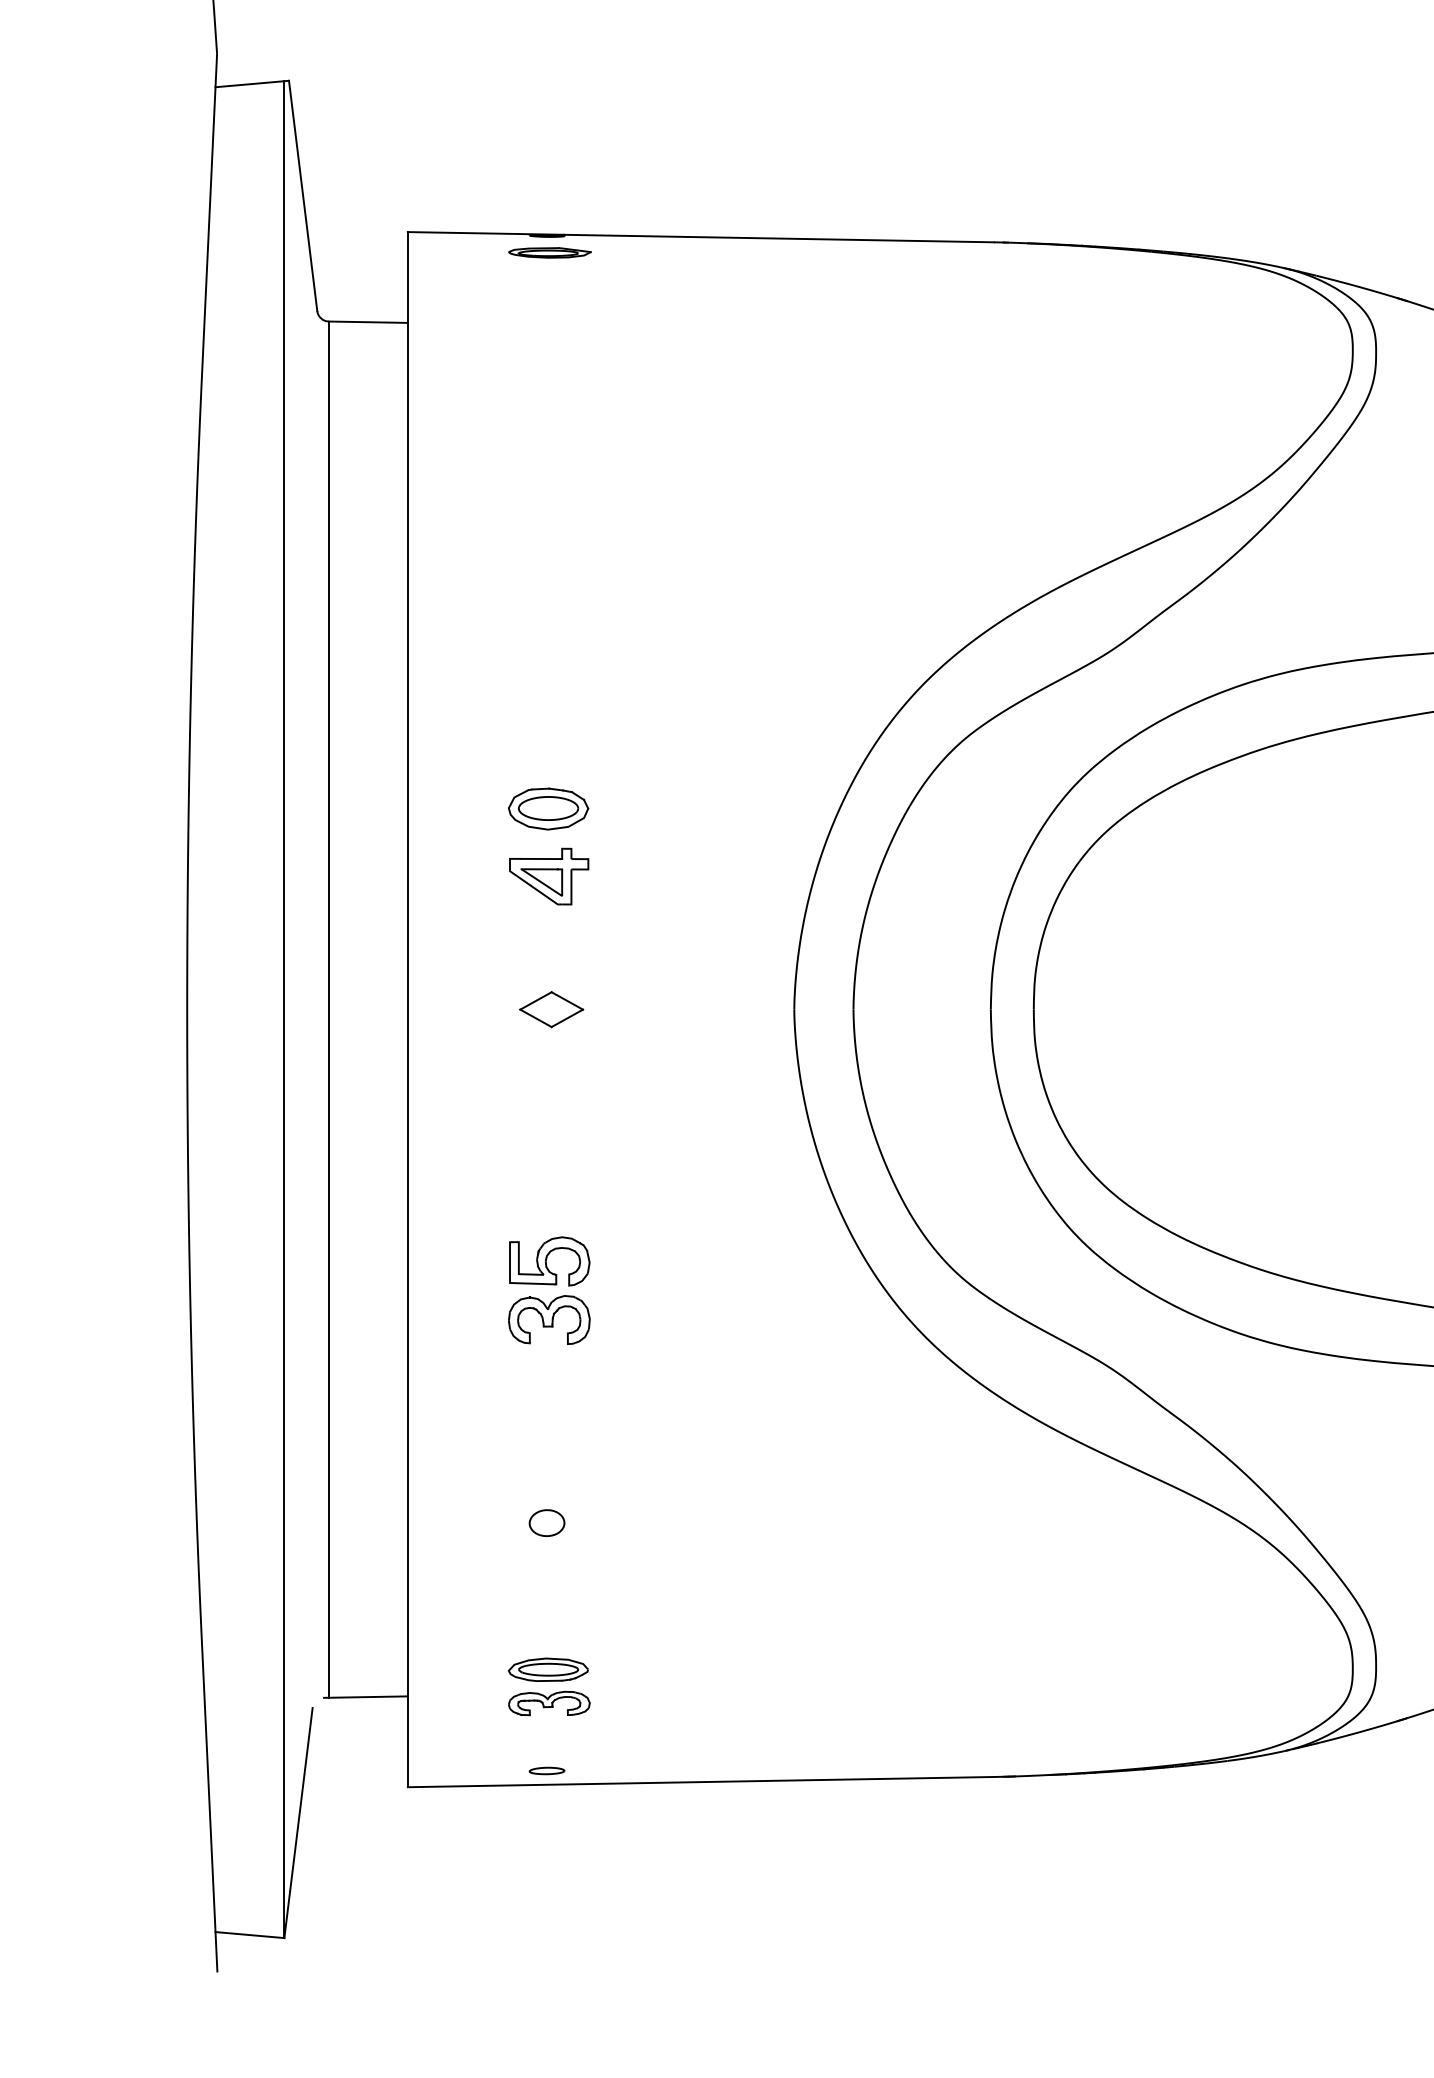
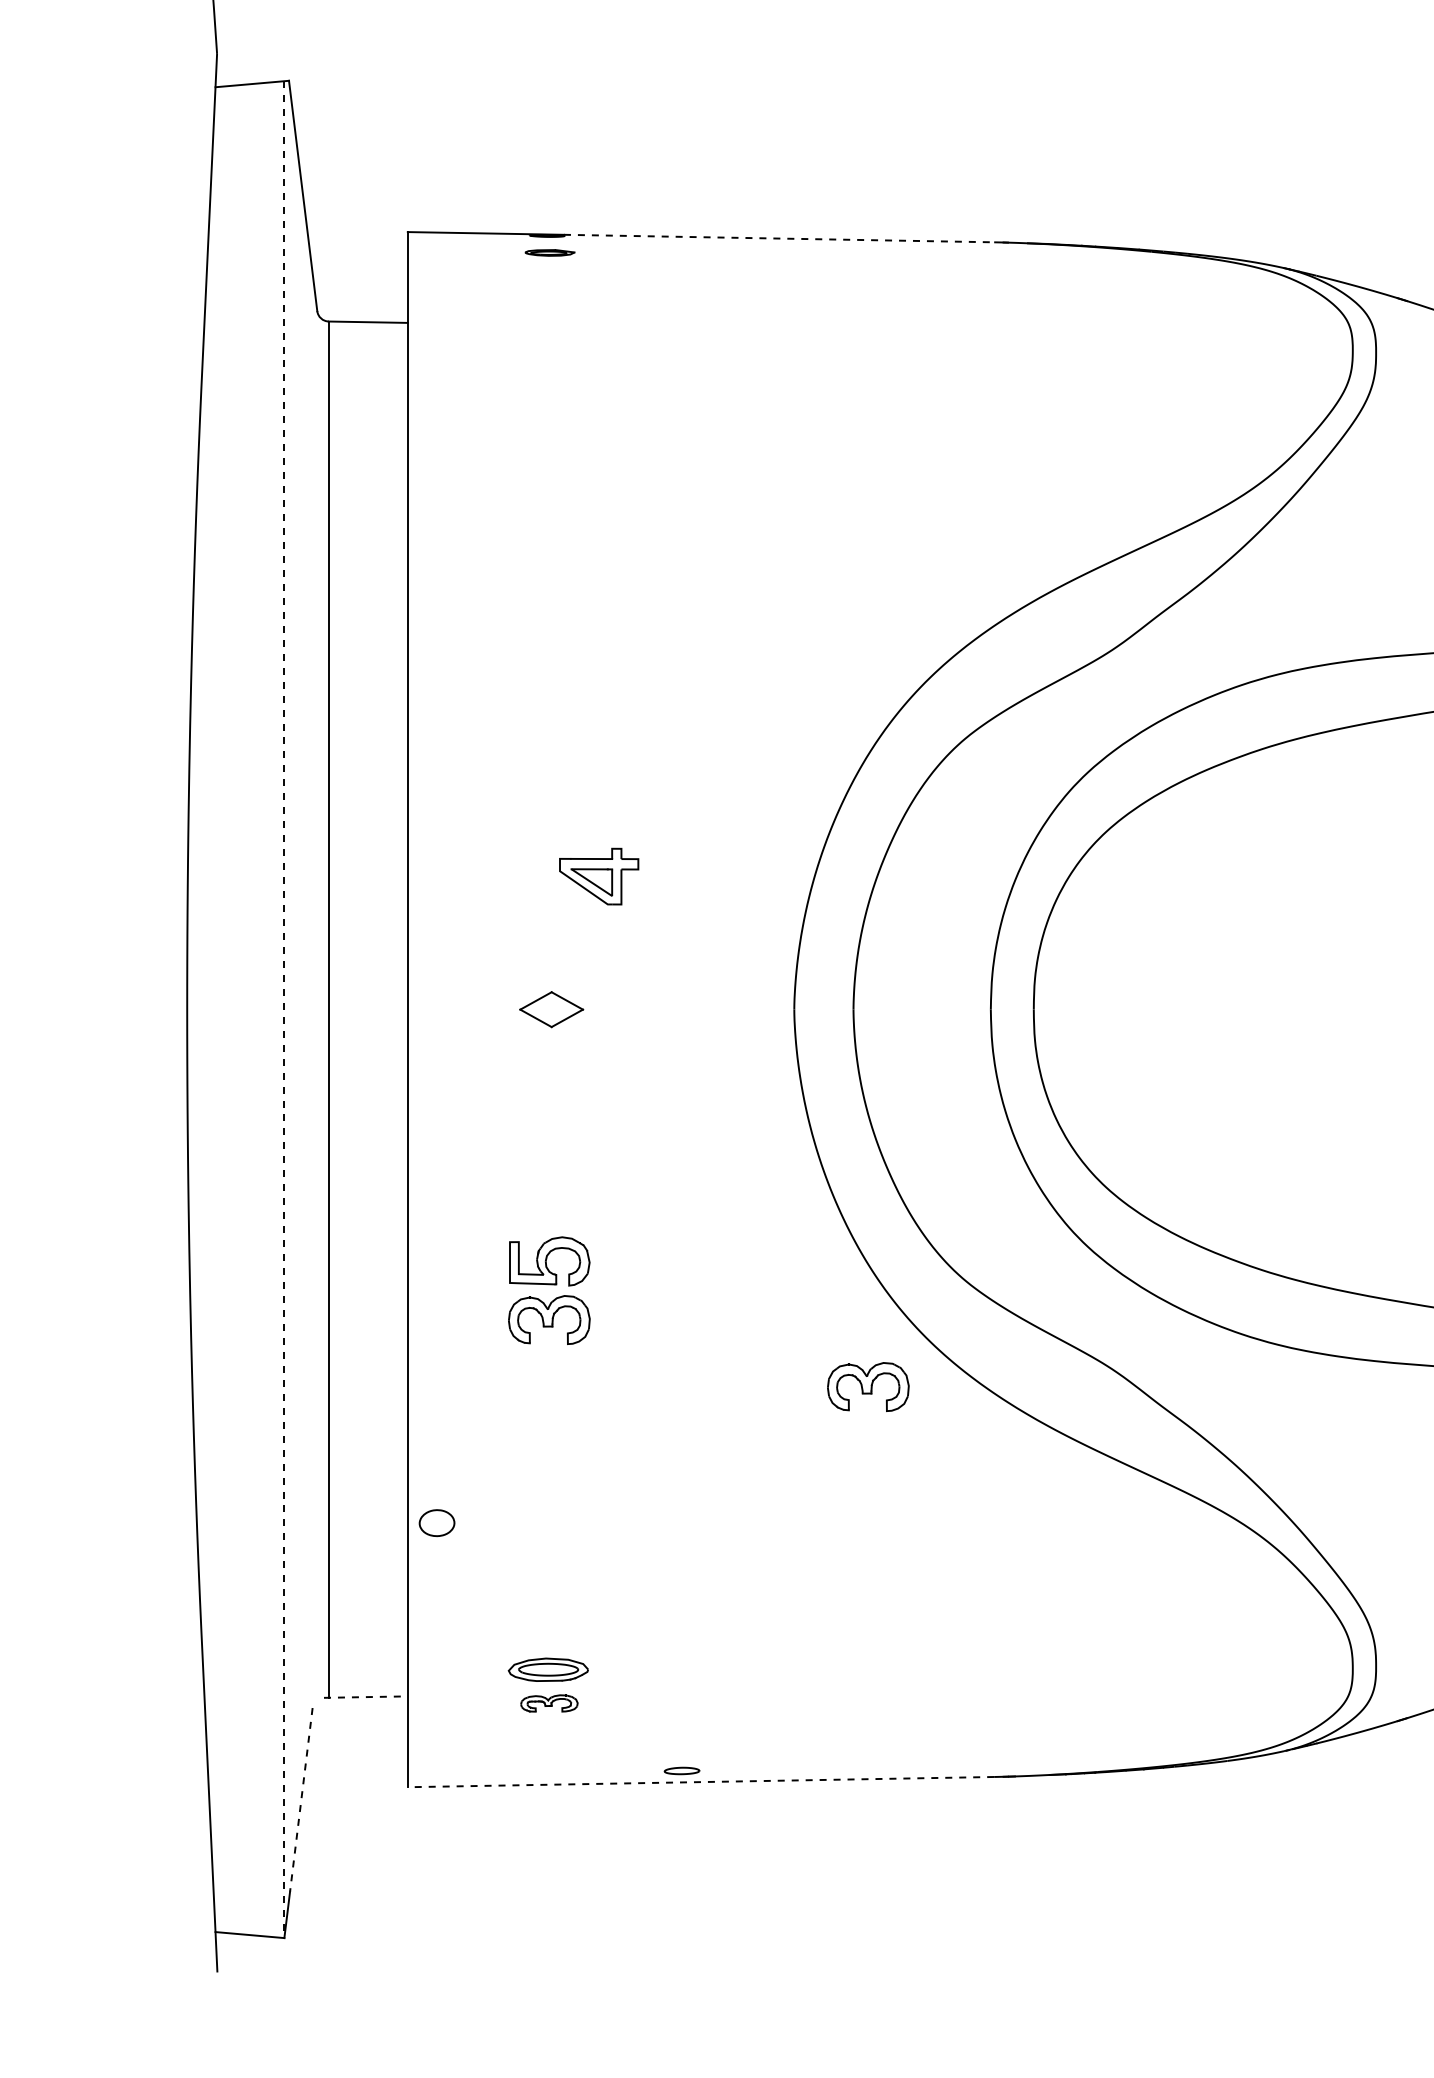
line at (779, 238): solid -> dashed
part at (549, 252) size: 84x12 px -> 52x8 px
part at (548, 808): present -> none
part at (549, 876) position: (549, 876) -> (599, 876)
line at (284, 1010): solid -> dashed
part at (868, 1386): none -> present
part at (546, 1523) position: (546, 1523) -> (436, 1523)
line at (365, 1697): solid -> dashed
part at (549, 1703) size: 83x27 px -> 59x19 px
part at (546, 1770) position: (546, 1770) -> (681, 1770)
line at (700, 1782): solid -> dashed
line at (301, 1799): solid -> dashed
